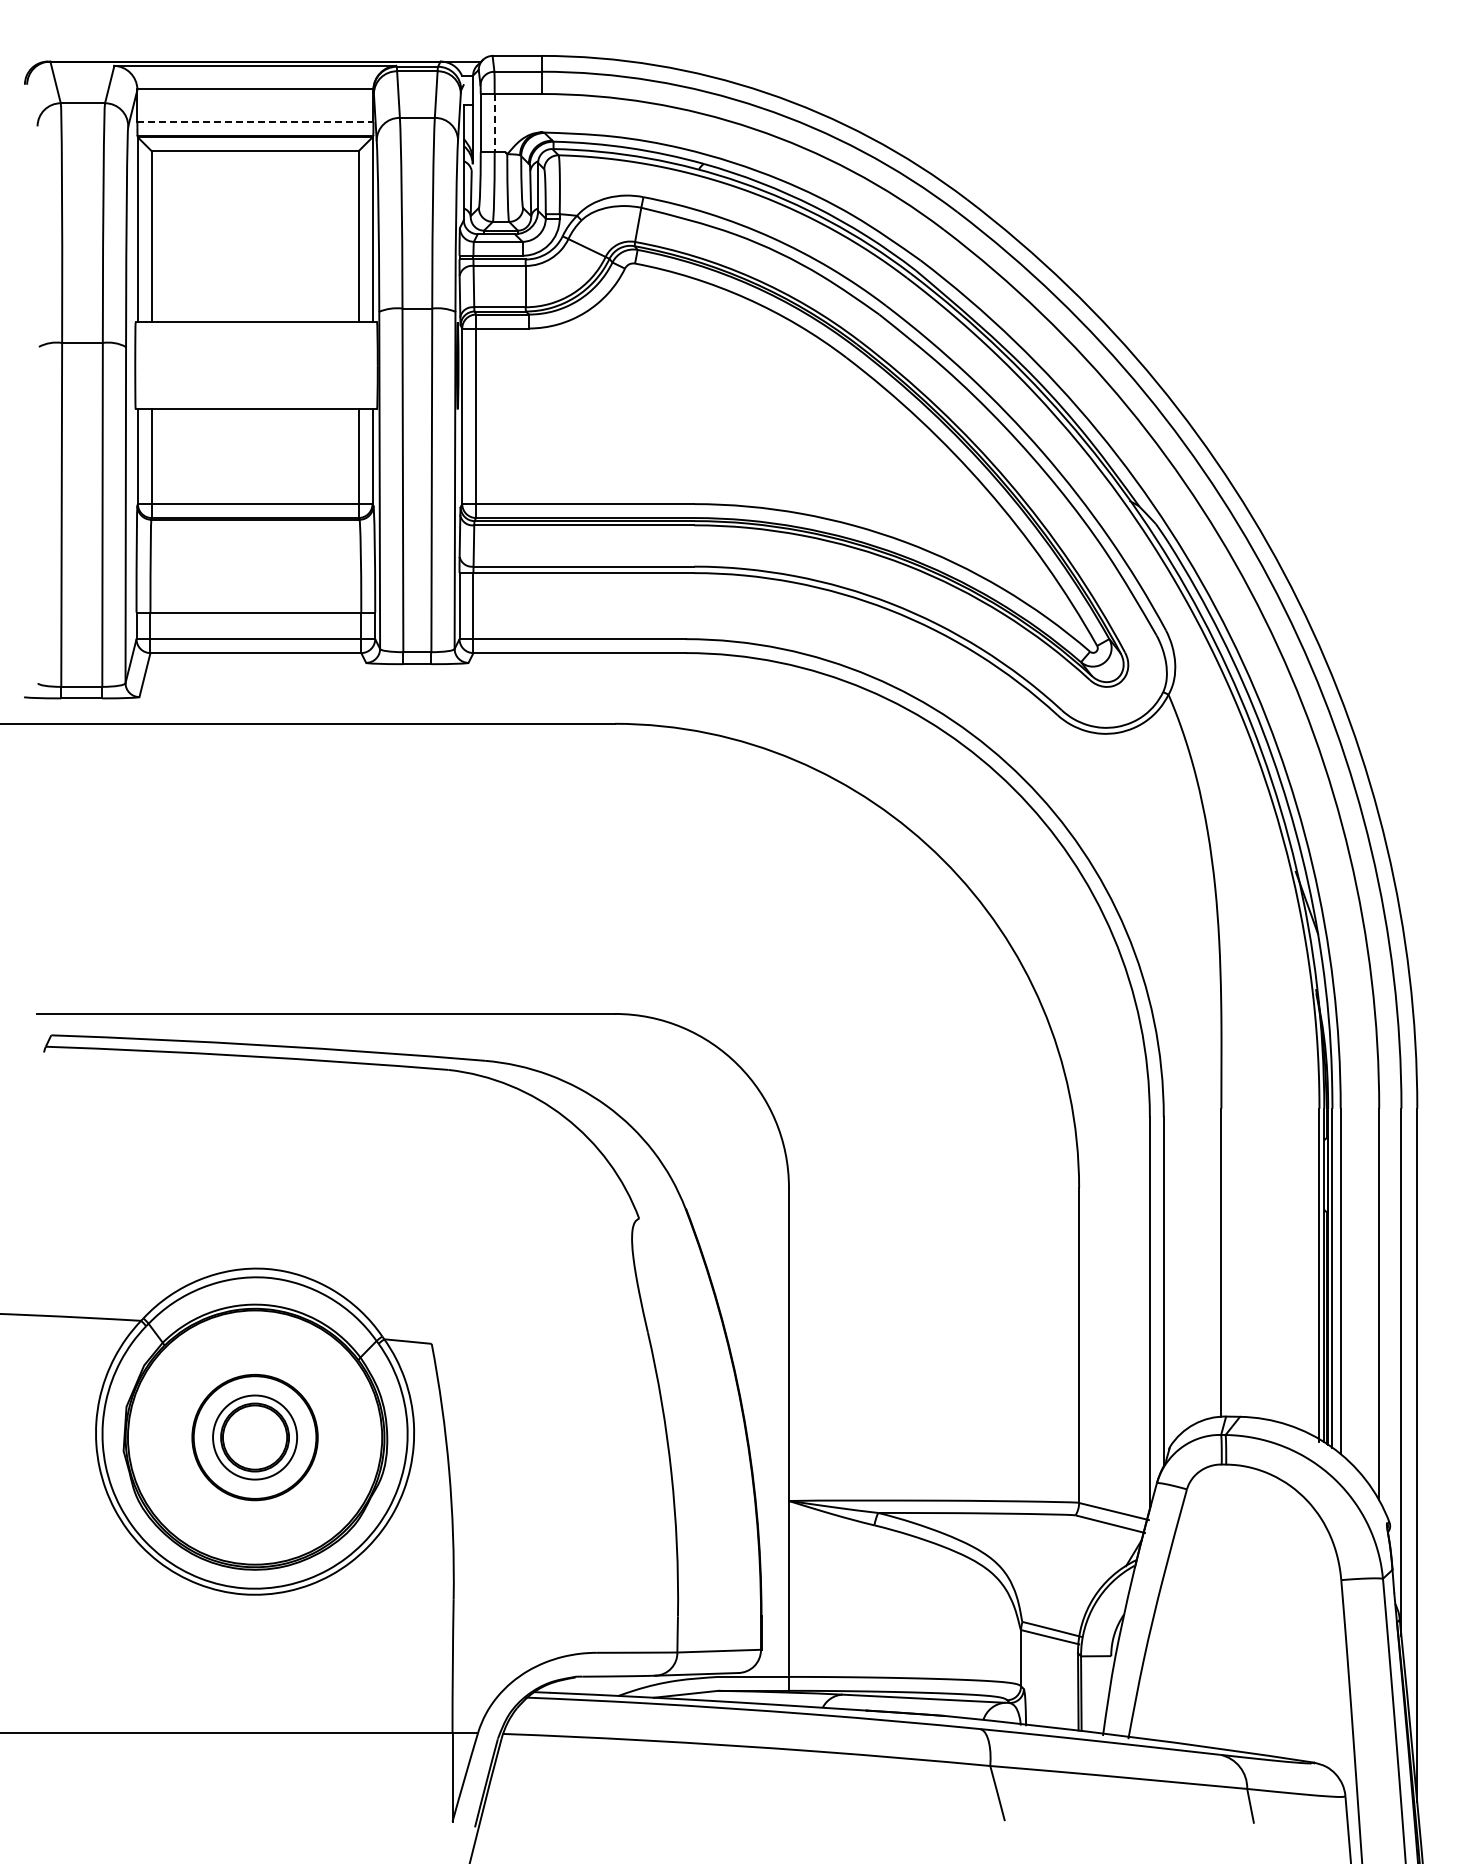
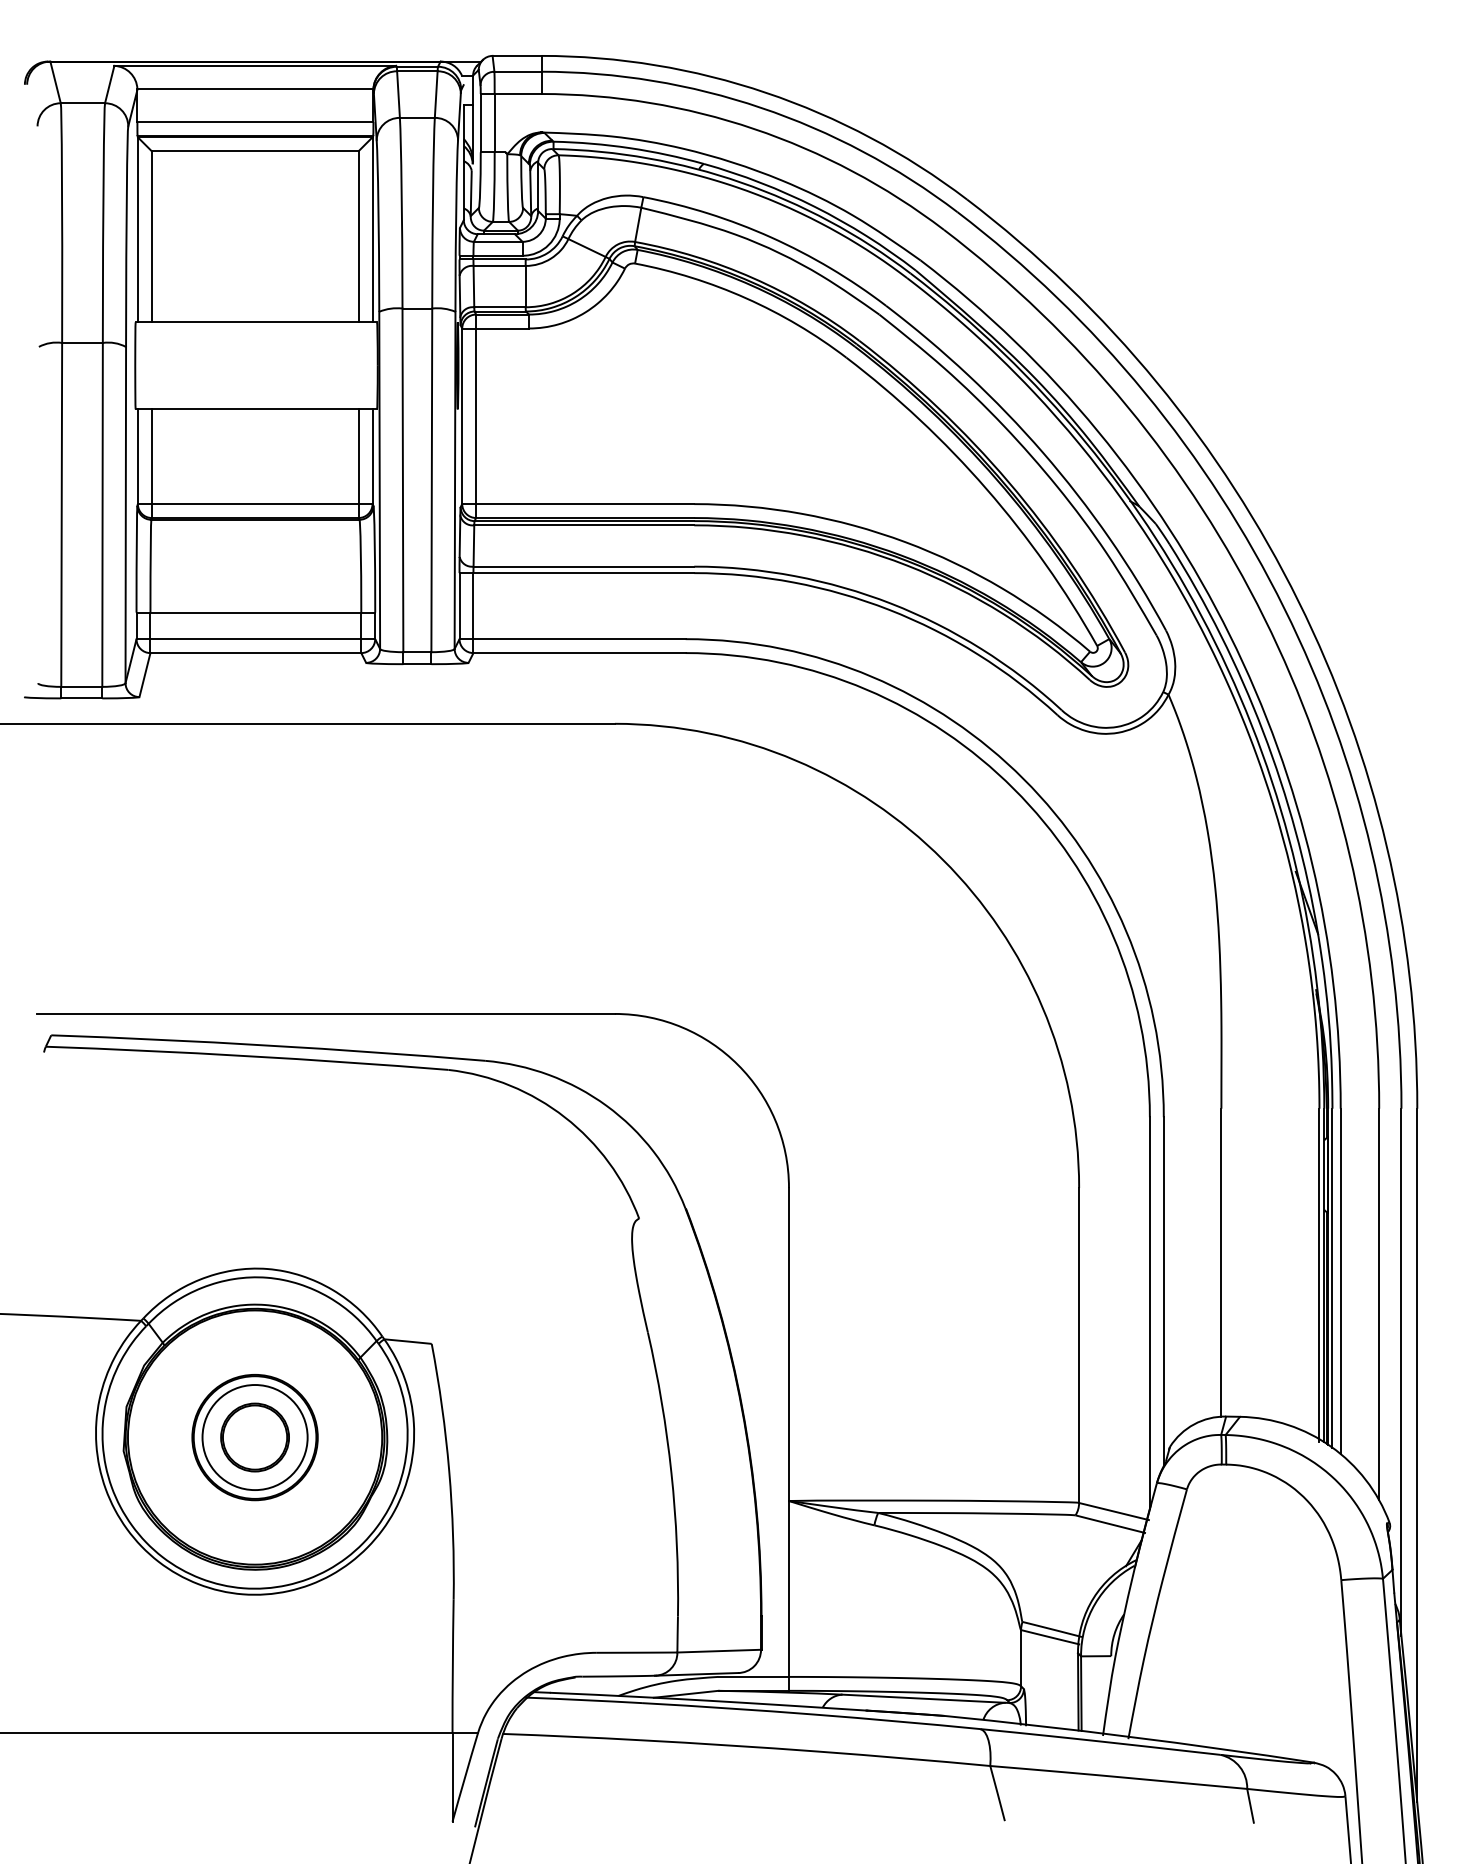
line at (255, 122): dashed -> solid
line at (494, 123): dashed -> solid
circle at (255, 1437) diameter: 84 px -> 105 px
